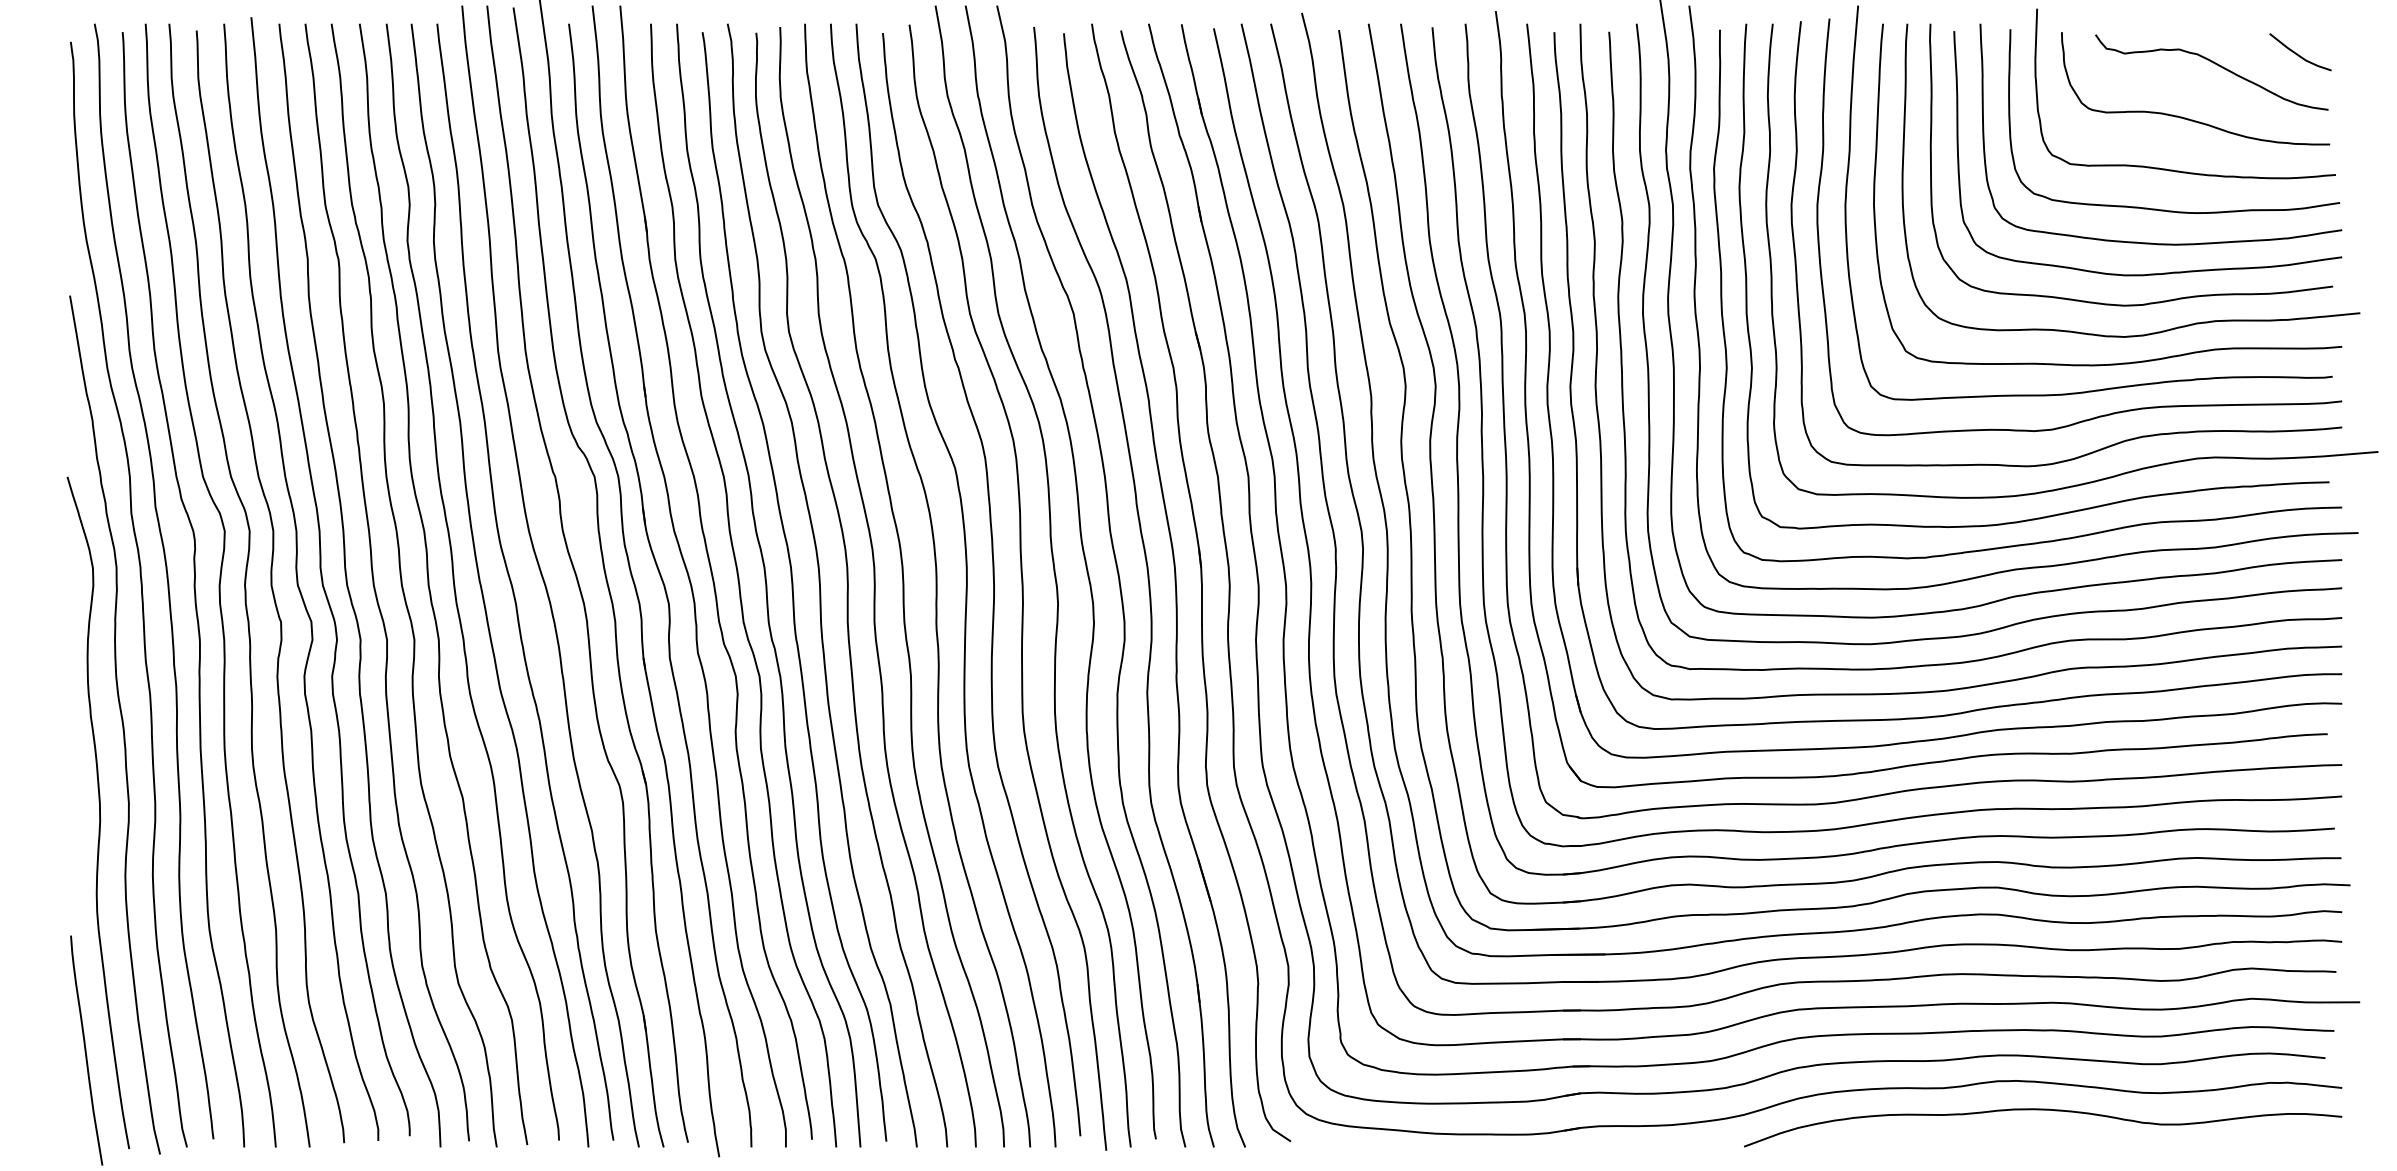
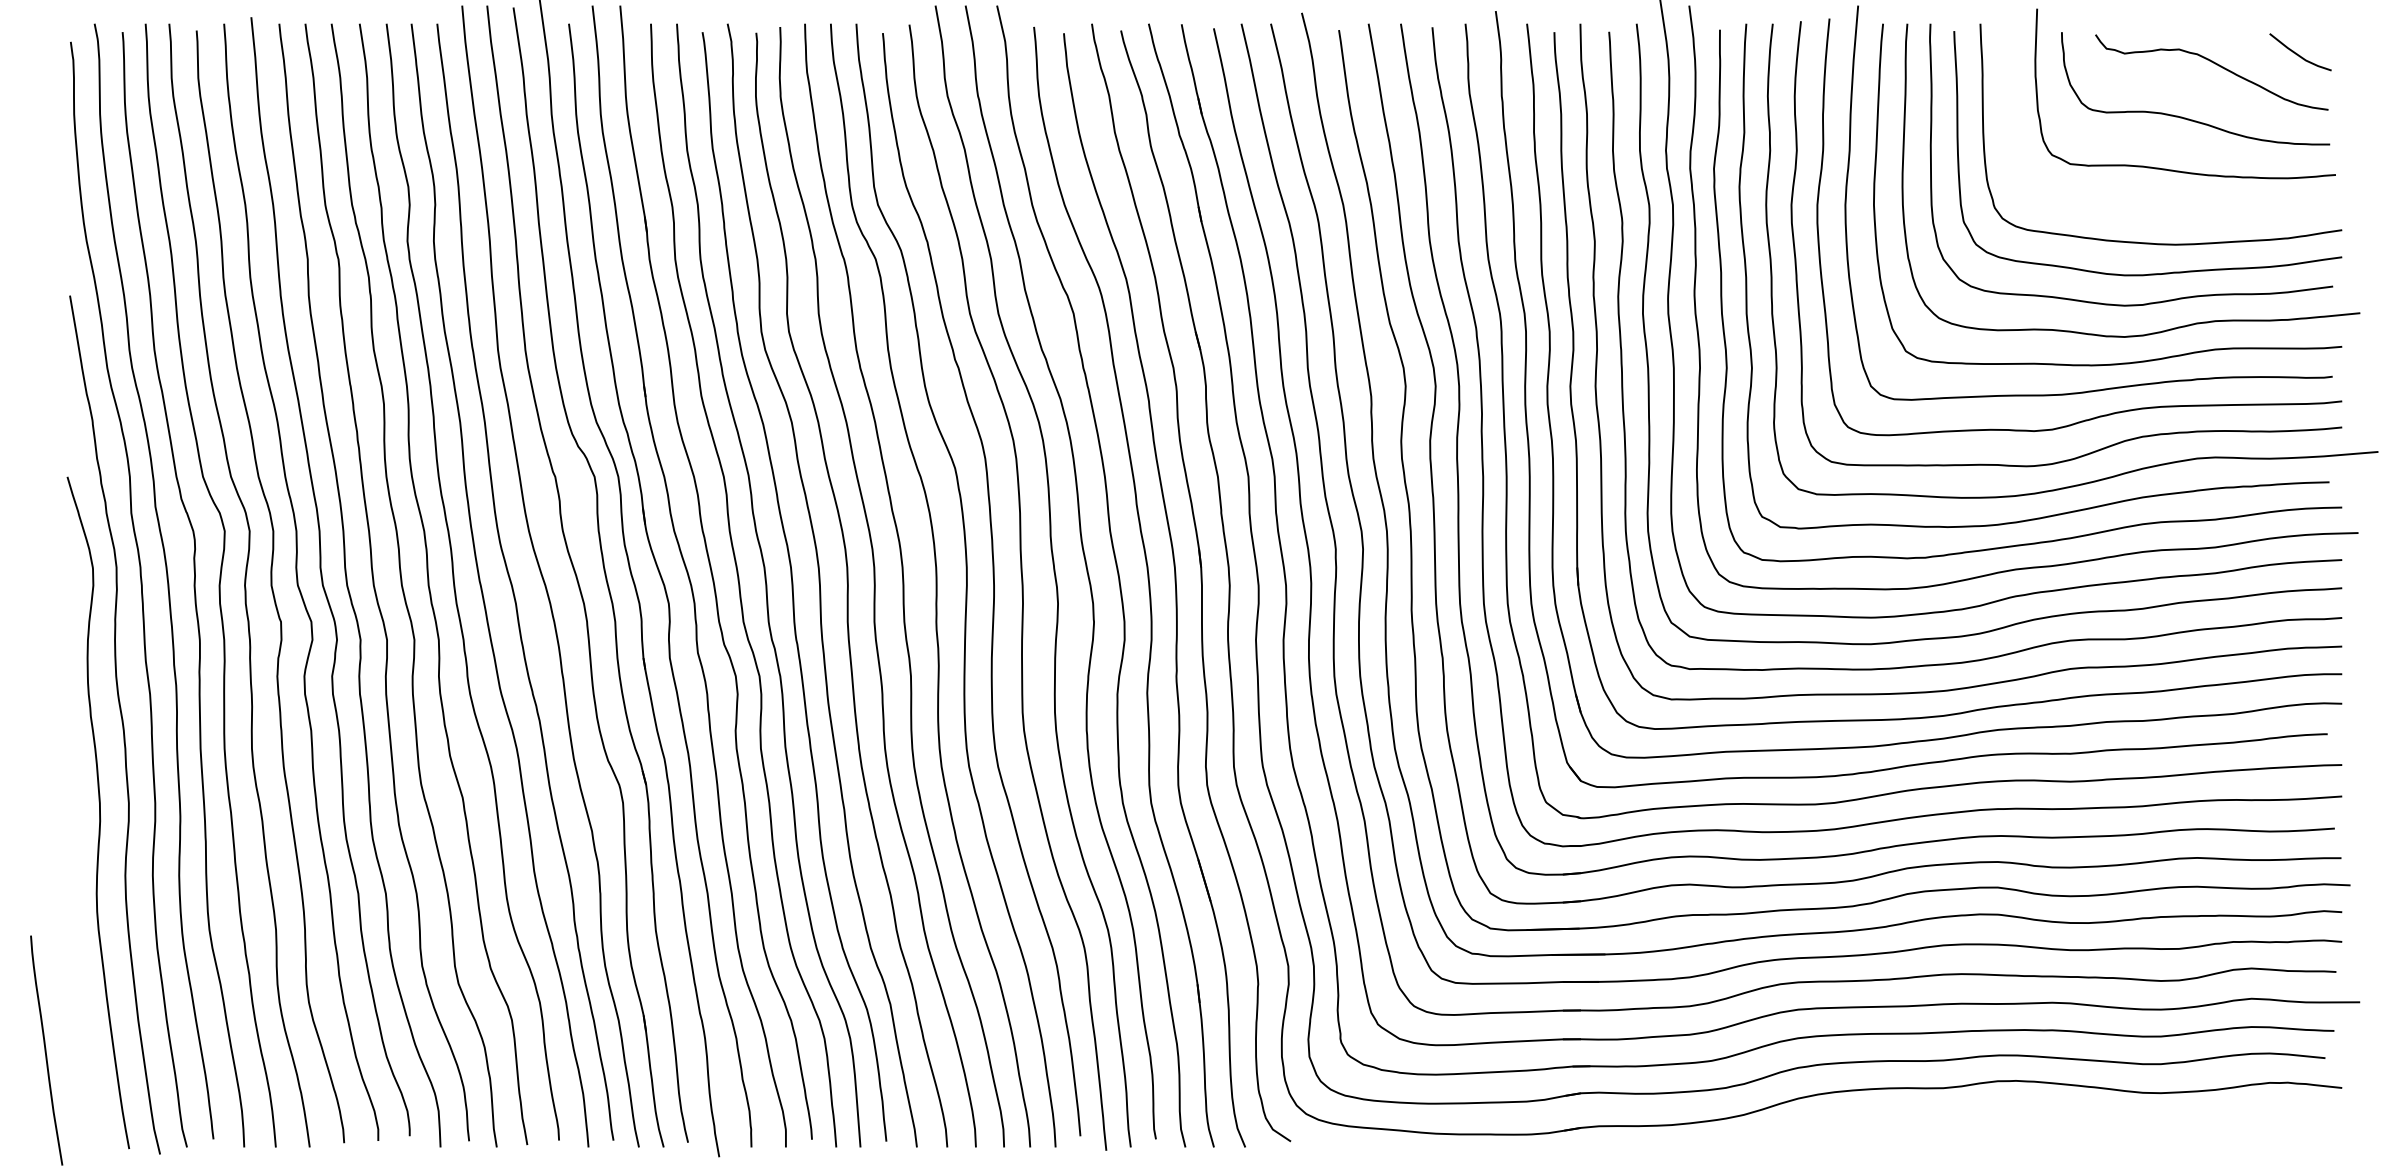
curve at (2164, 209): present -> none
curve at (86, 1050) position: (86, 1050) -> (46, 1050)
curve at (2043, 1110): present -> none
